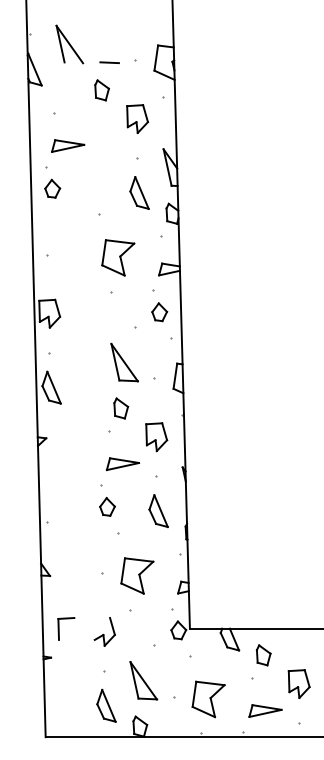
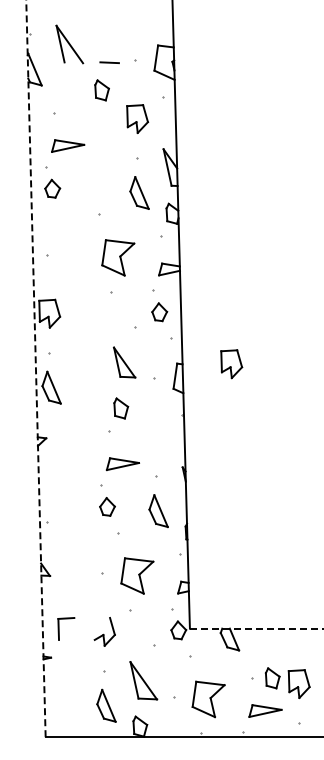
part at (124, 362) size: 29x41 px -> 24x33 px
line at (35, 368): solid -> dashed
part at (156, 437) position: (156, 437) -> (231, 364)
line at (256, 628): solid -> dashed
part at (263, 655) position: (263, 655) -> (272, 678)
